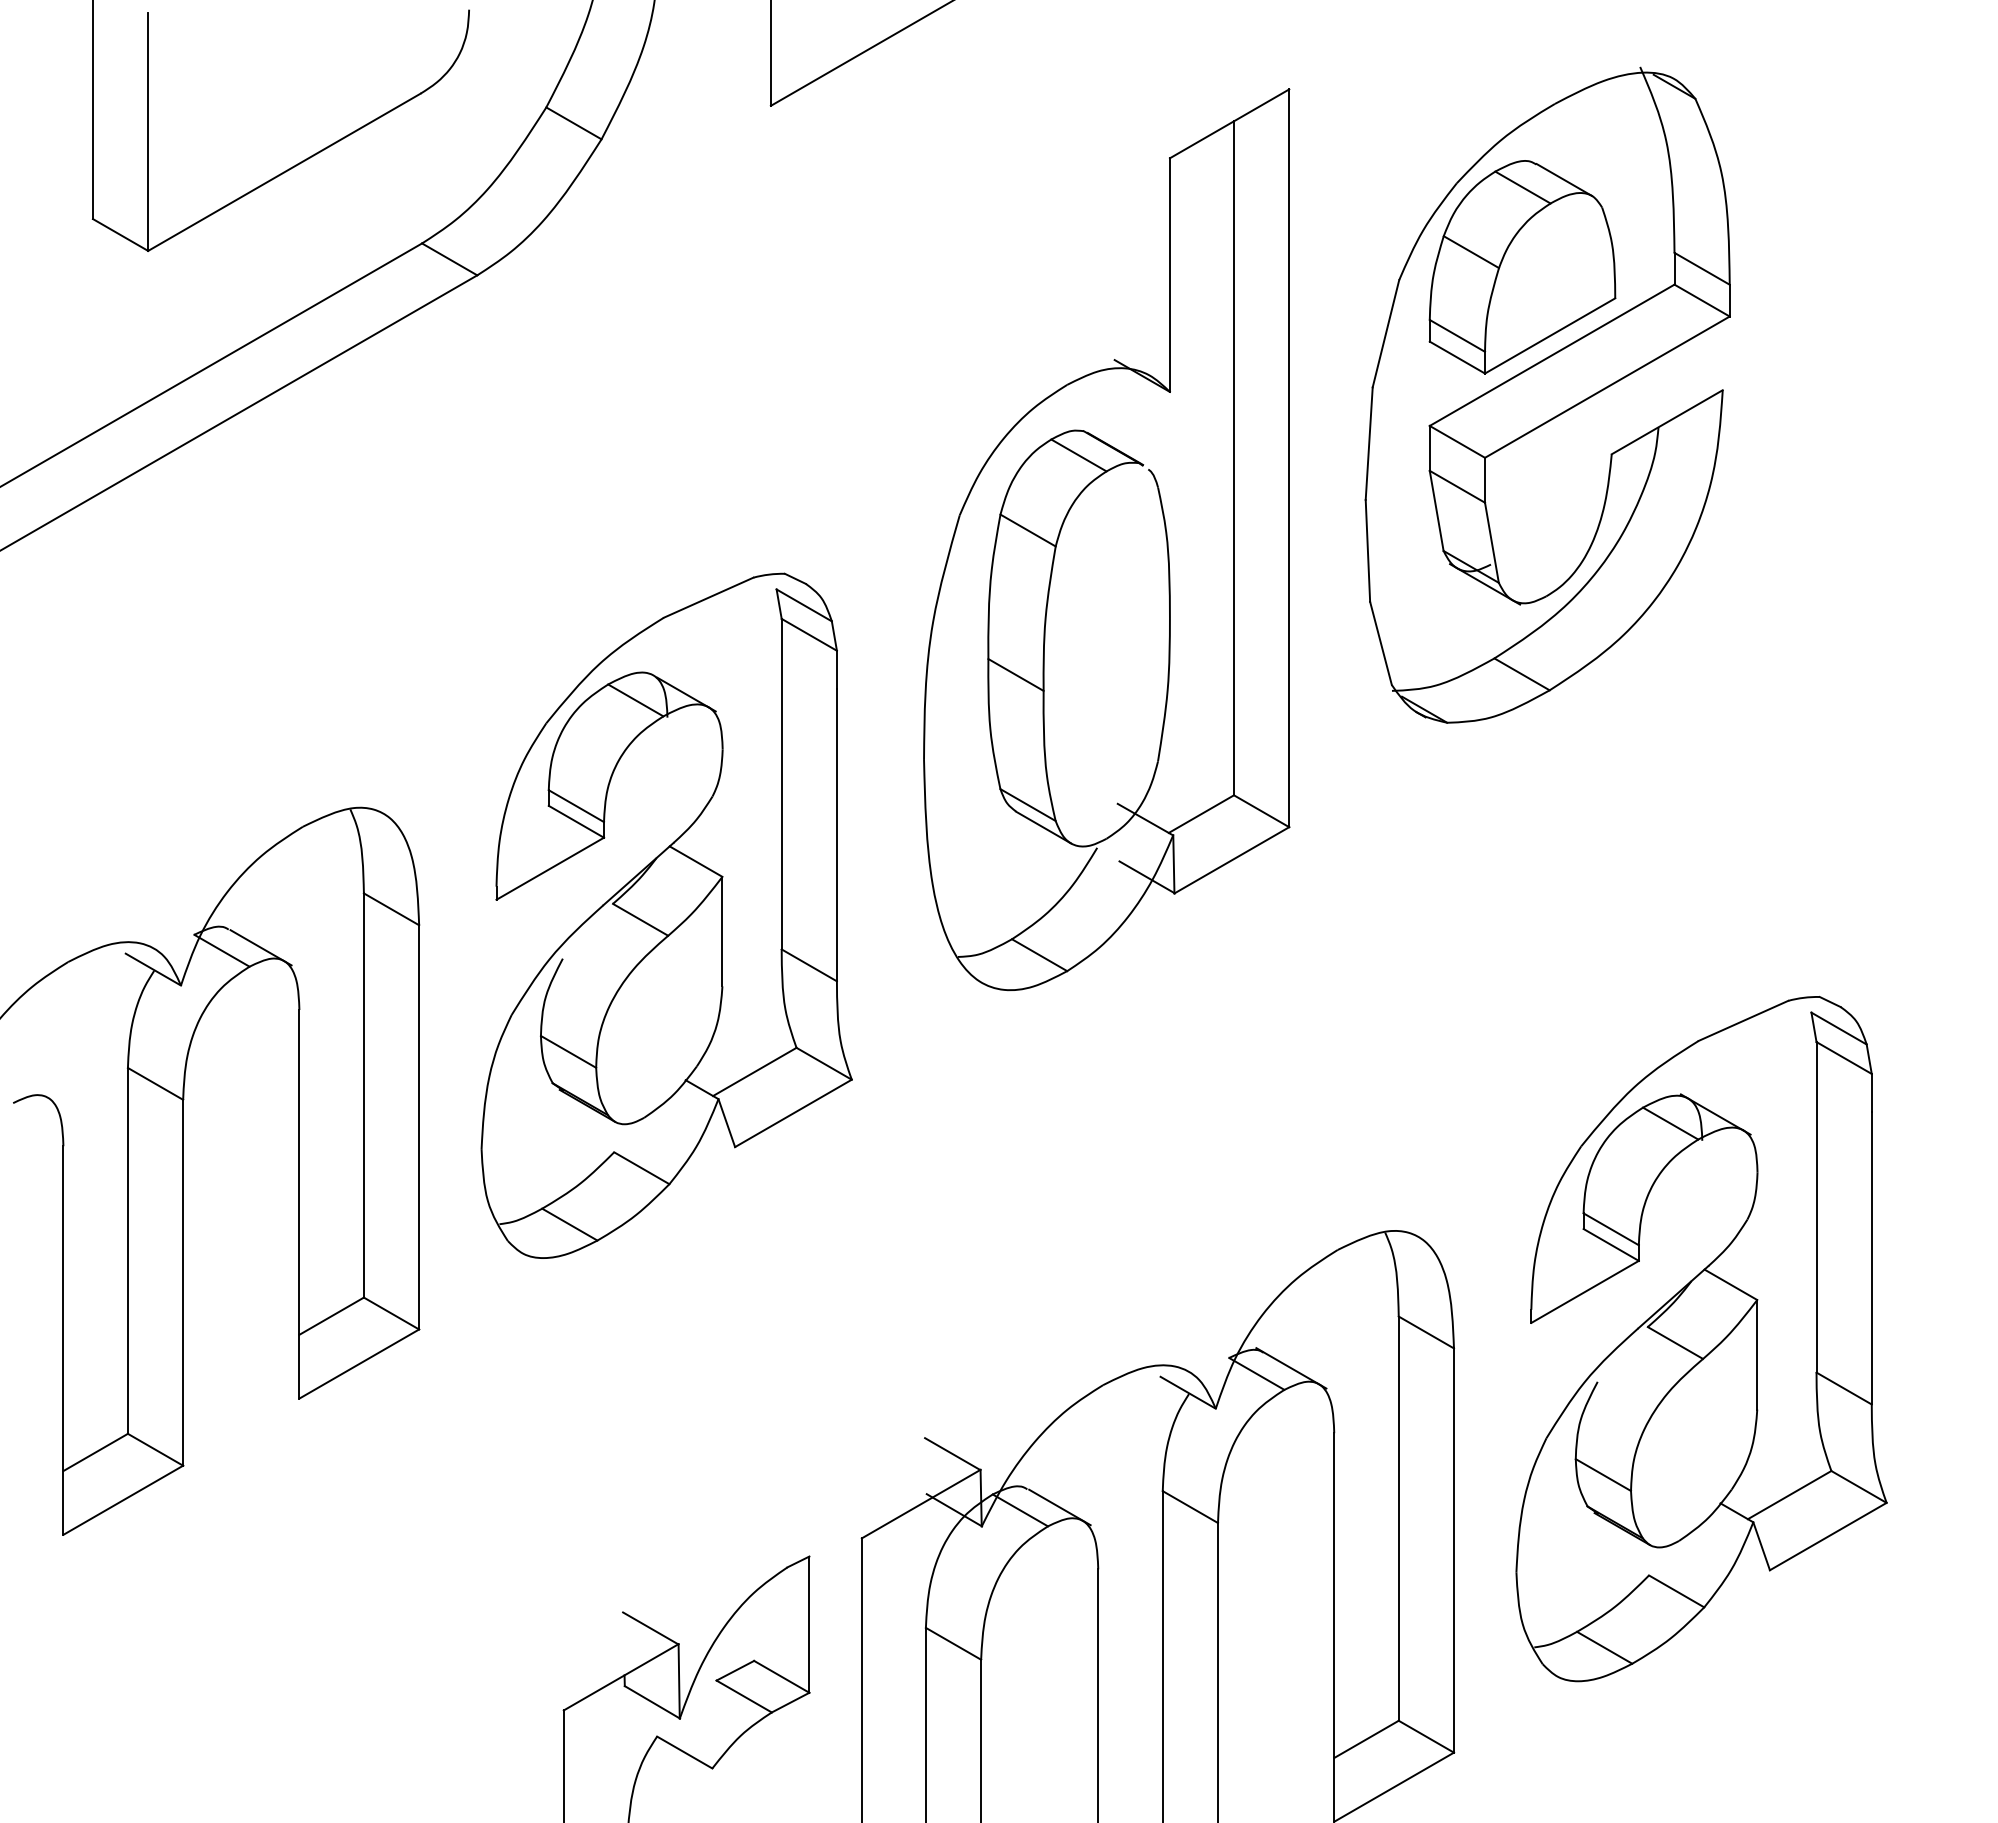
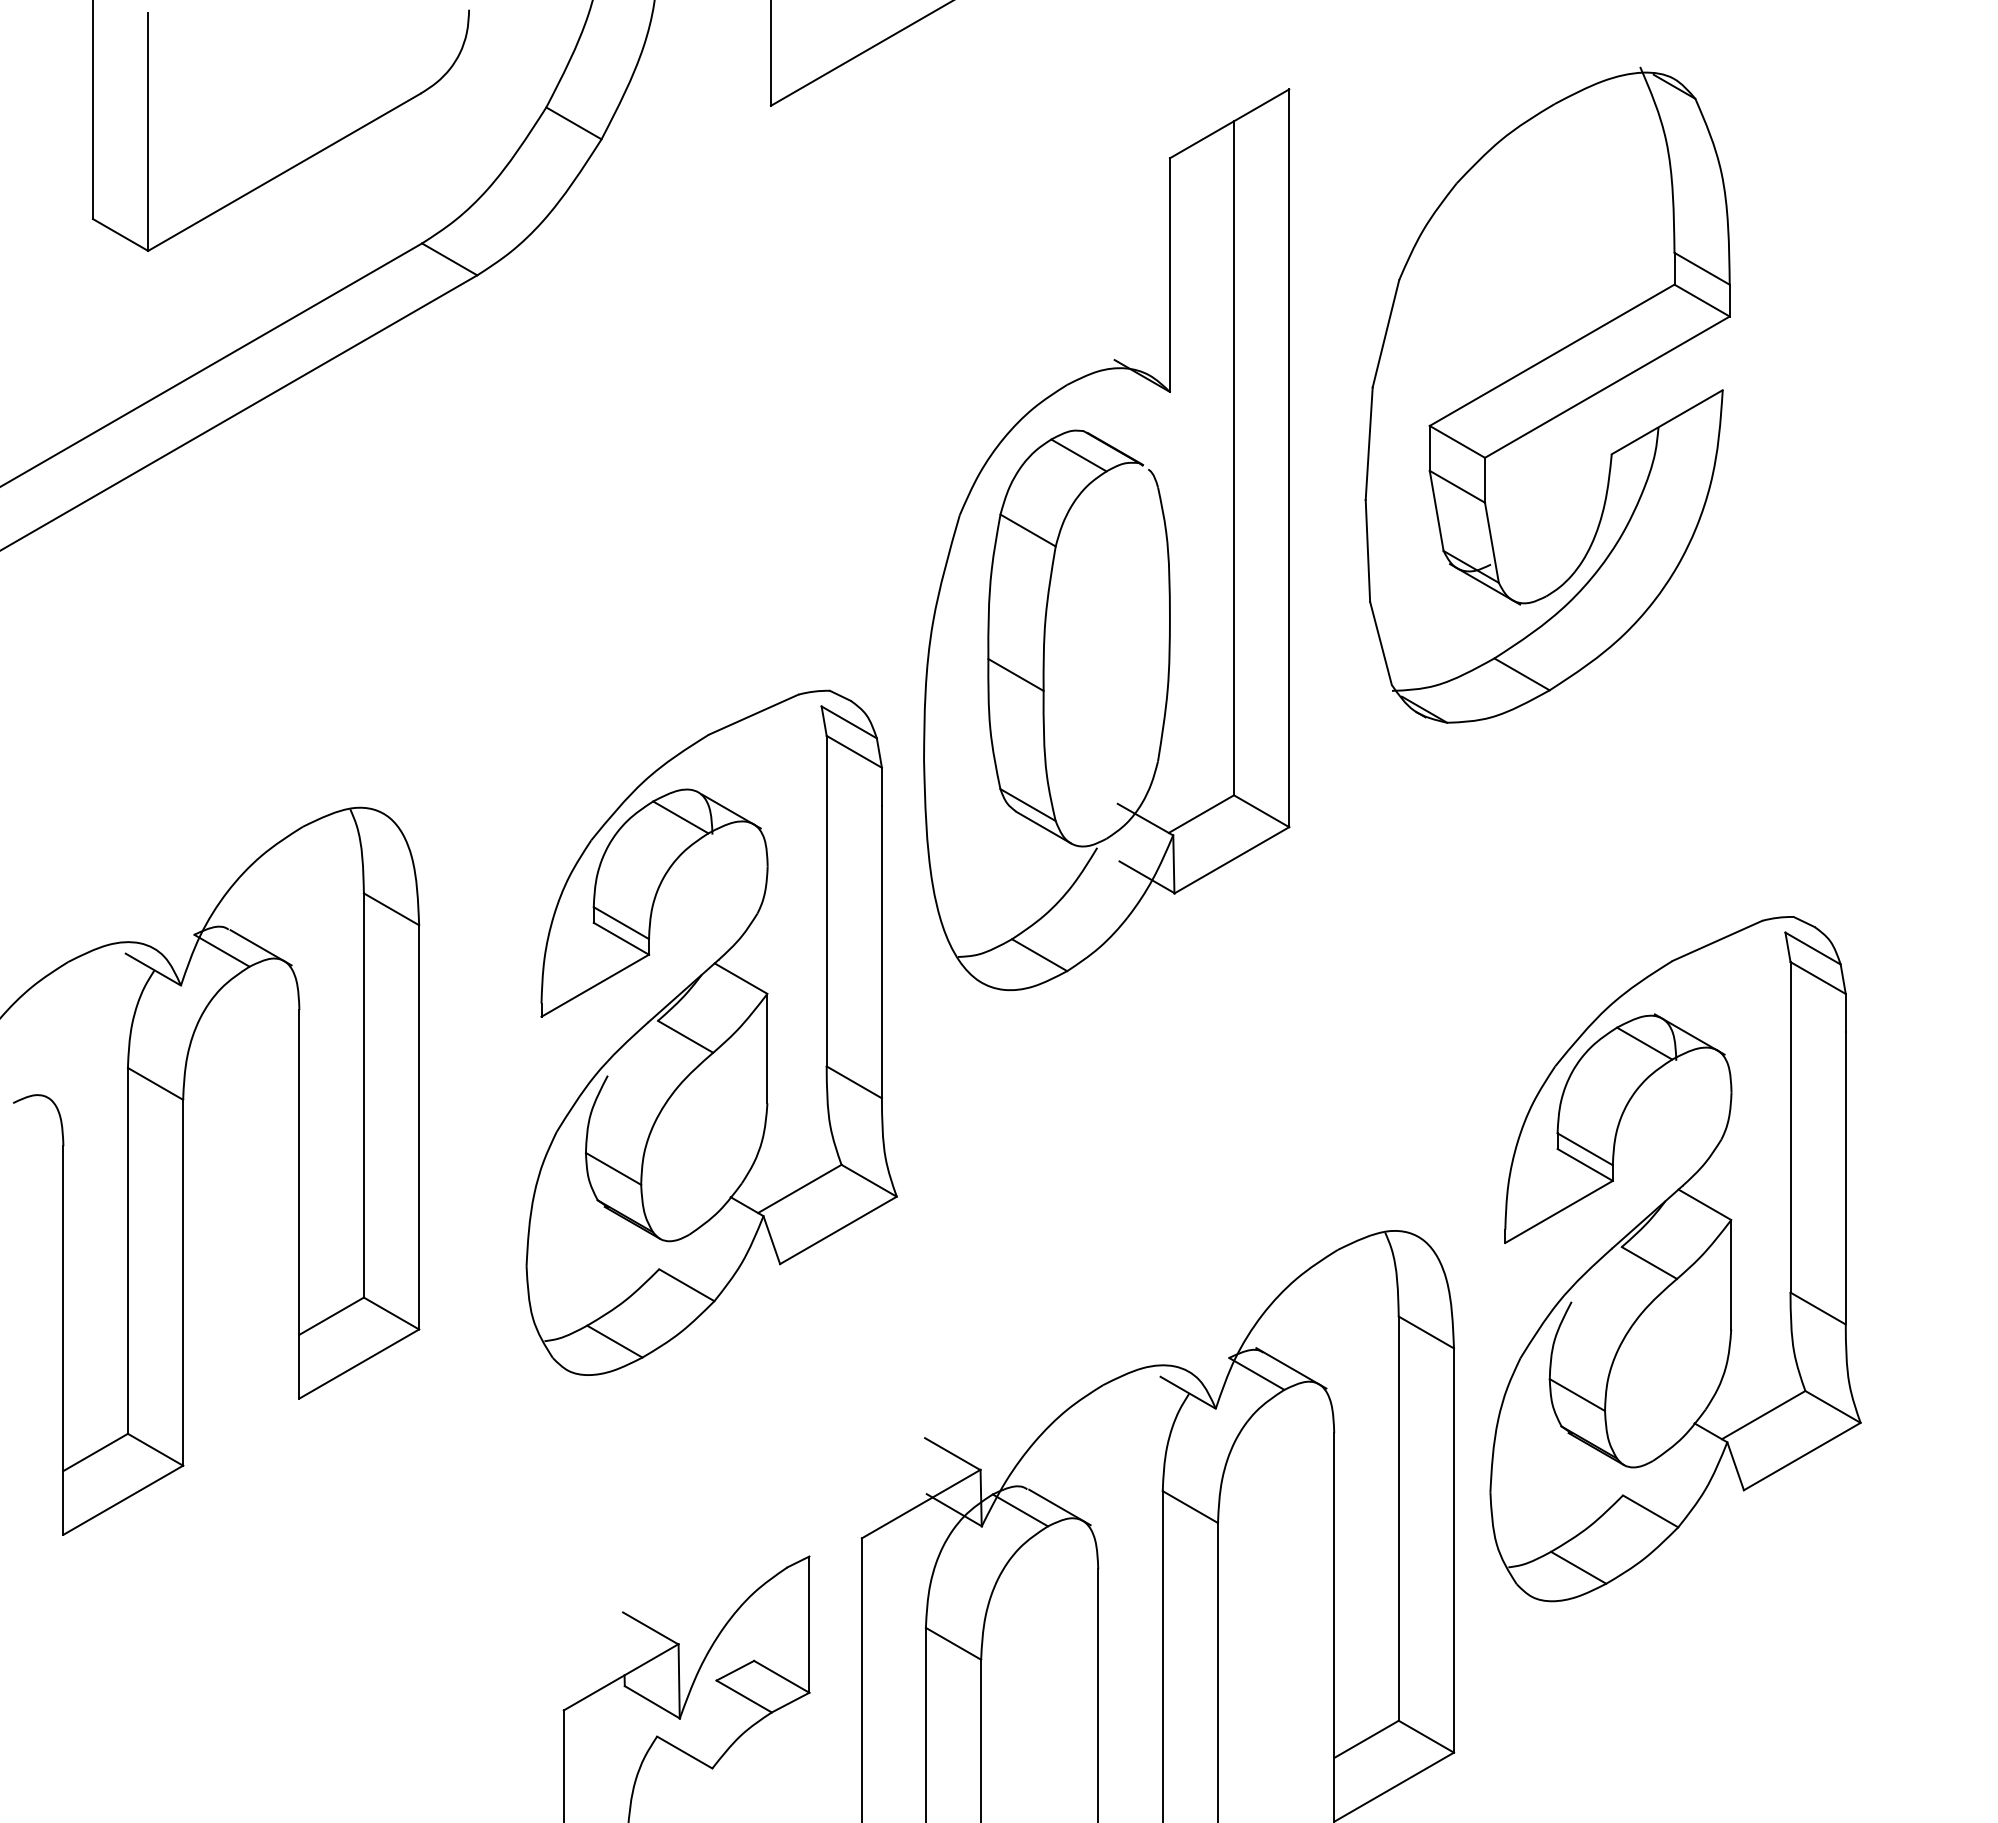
part at (1522, 267): present -> none
part at (666, 915) position: (666, 915) -> (711, 1032)
part at (1701, 1339) position: (1701, 1339) -> (1675, 1259)
